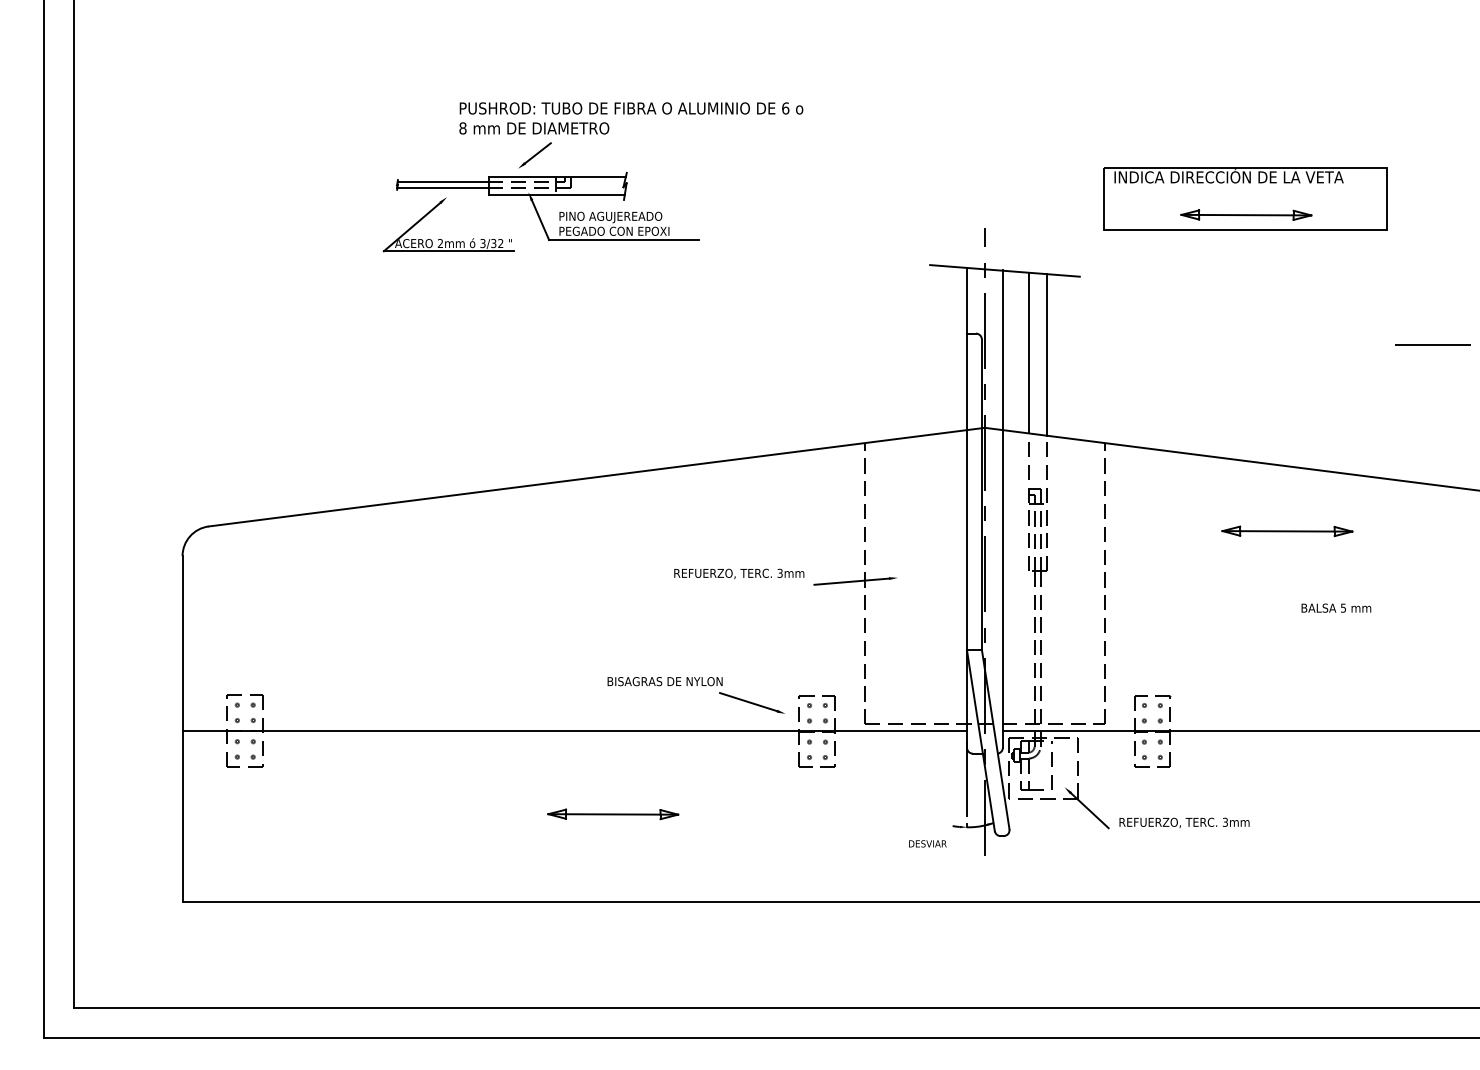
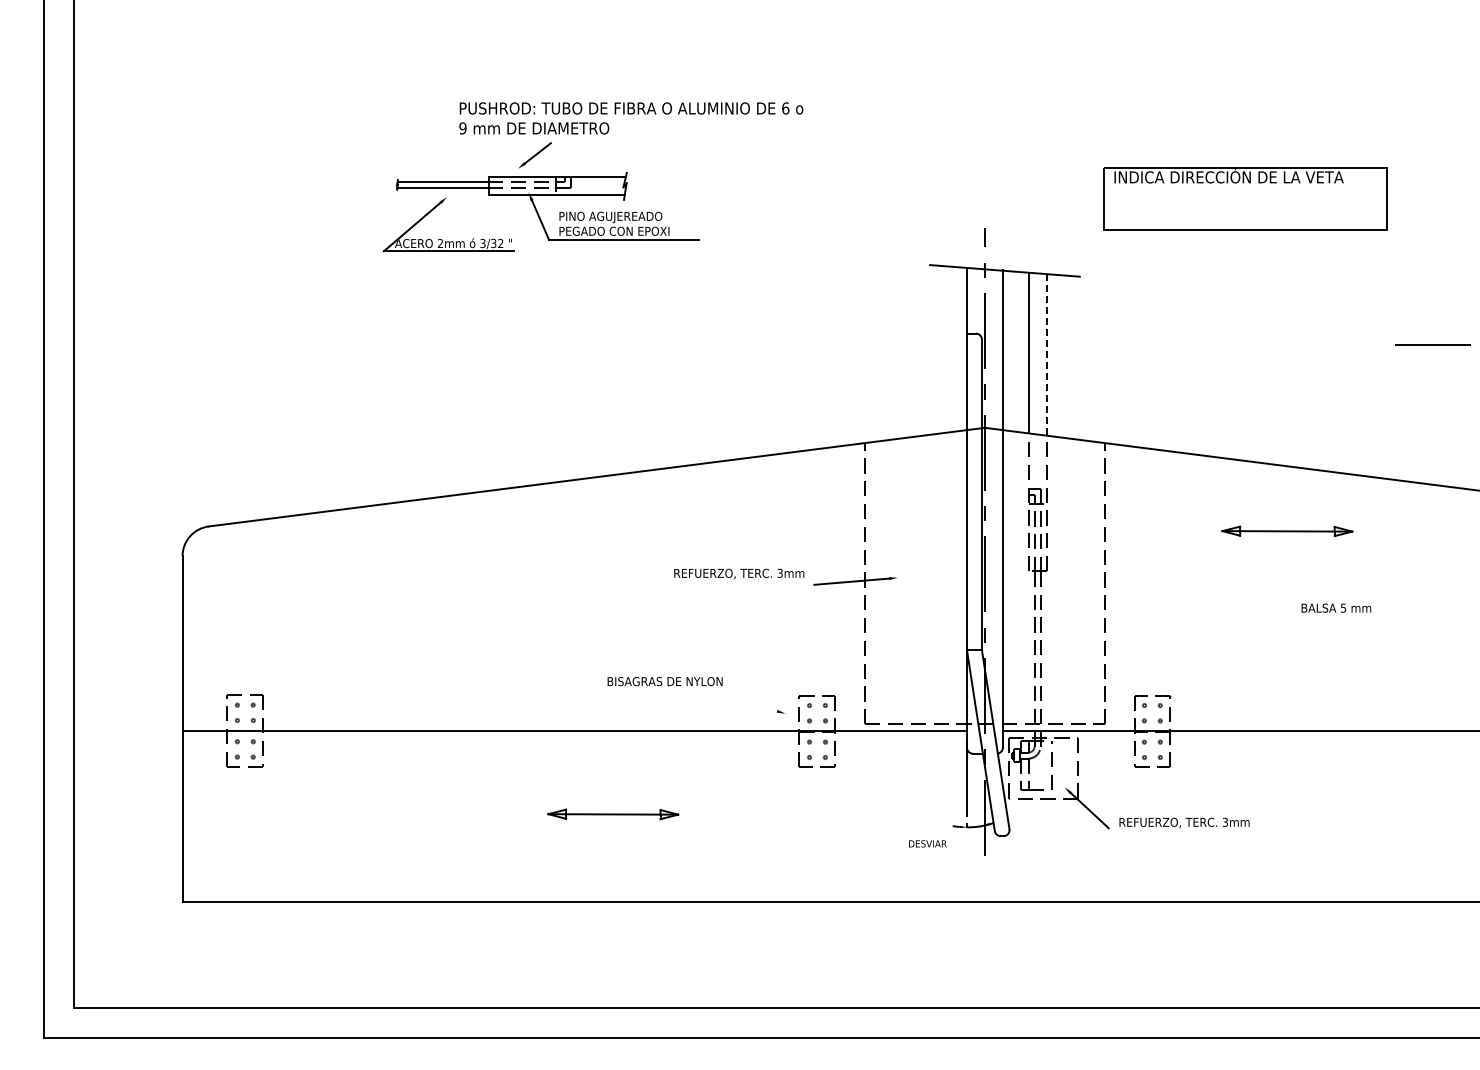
text at (462, 128): 8 -> 9
part at (1246, 214): present -> none
line at (1047, 354): solid -> dashed
line at (748, 702): present -> none
